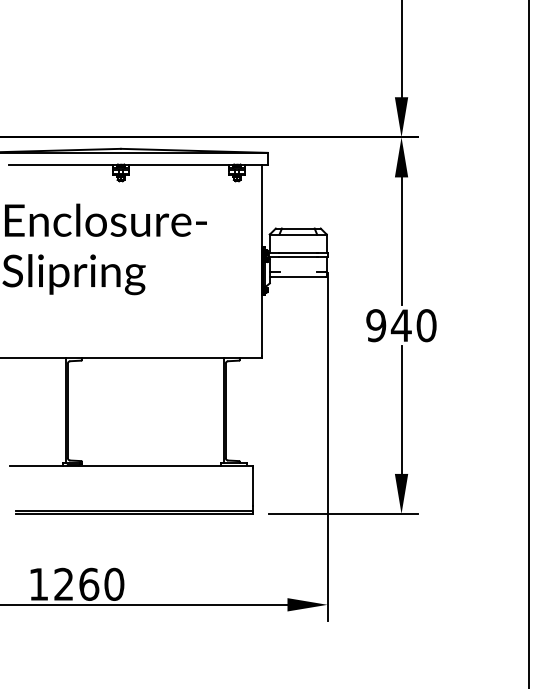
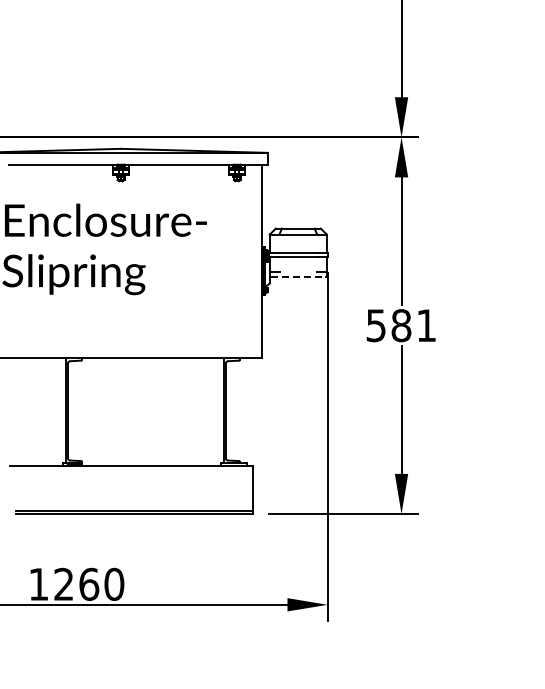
line at (298, 277): solid -> dashed
text at (401, 325): 940 -> 581
line at (528, 343): present -> none
